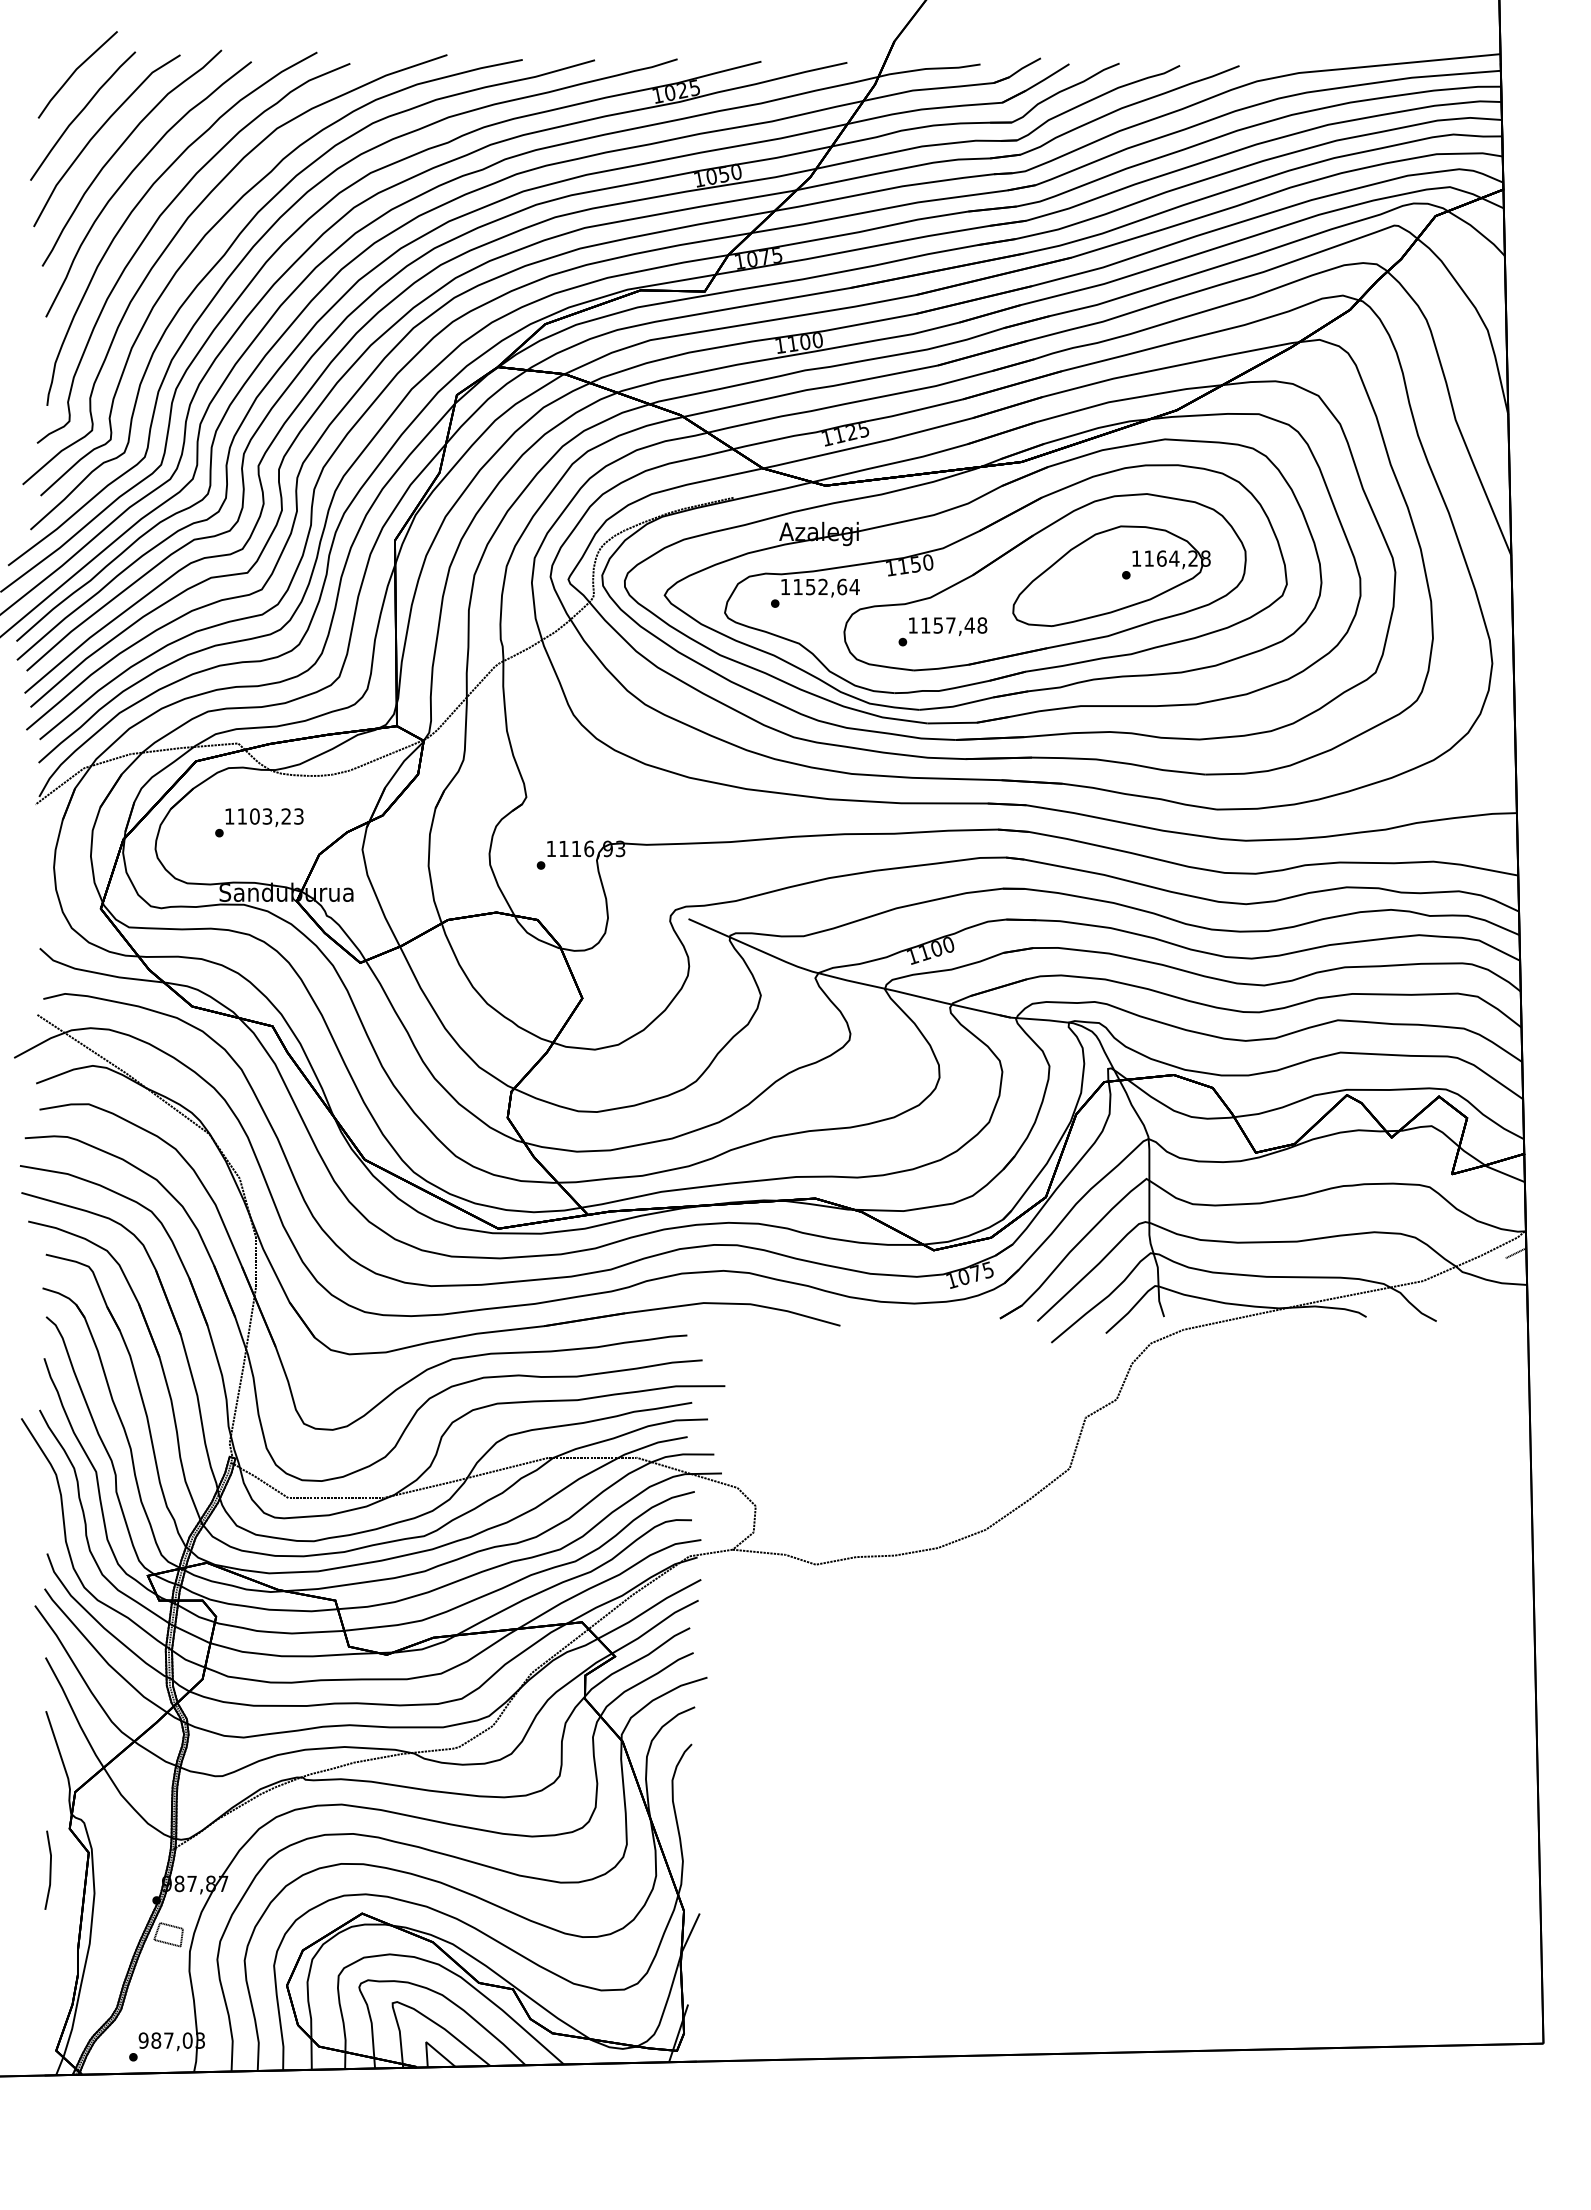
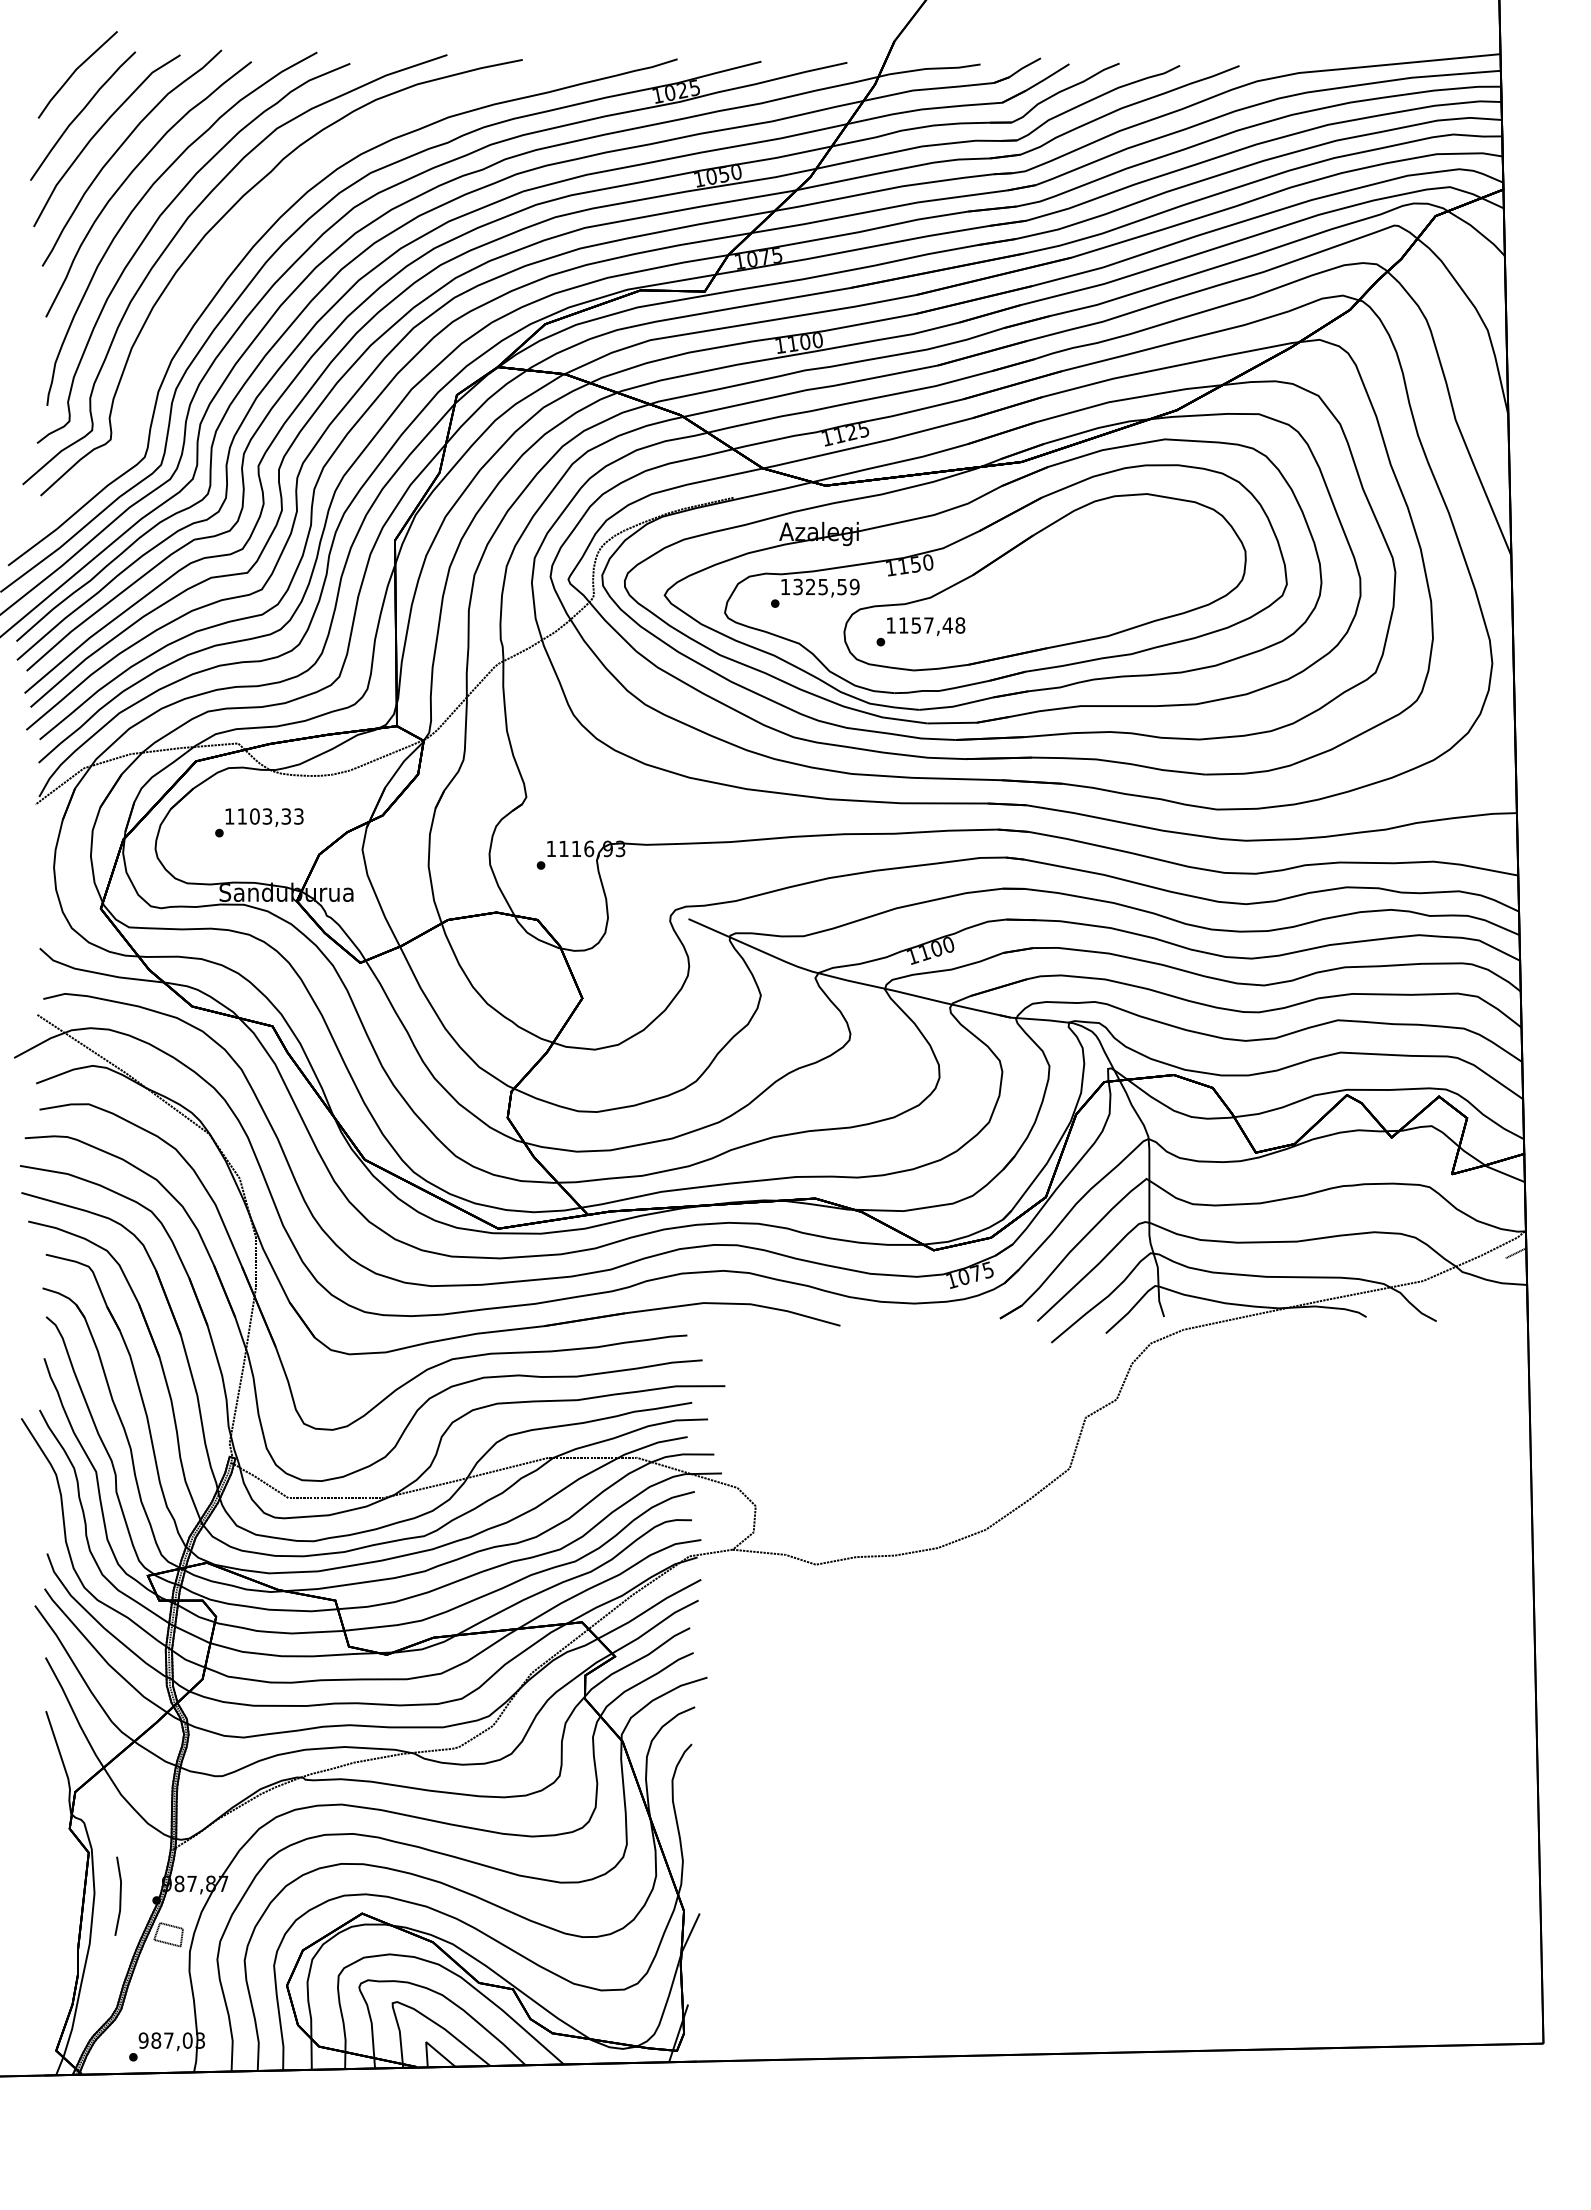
curve at (236, 240): present -> none
part at (1111, 575): present -> none
text at (826, 586): 1152,64 -> 1325,59
text at (942, 631) position: (942, 631) -> (920, 631)
text at (285, 816): 1103,23 -> 1103,33
line at (49, 1869) position: (49, 1869) -> (119, 1895)
